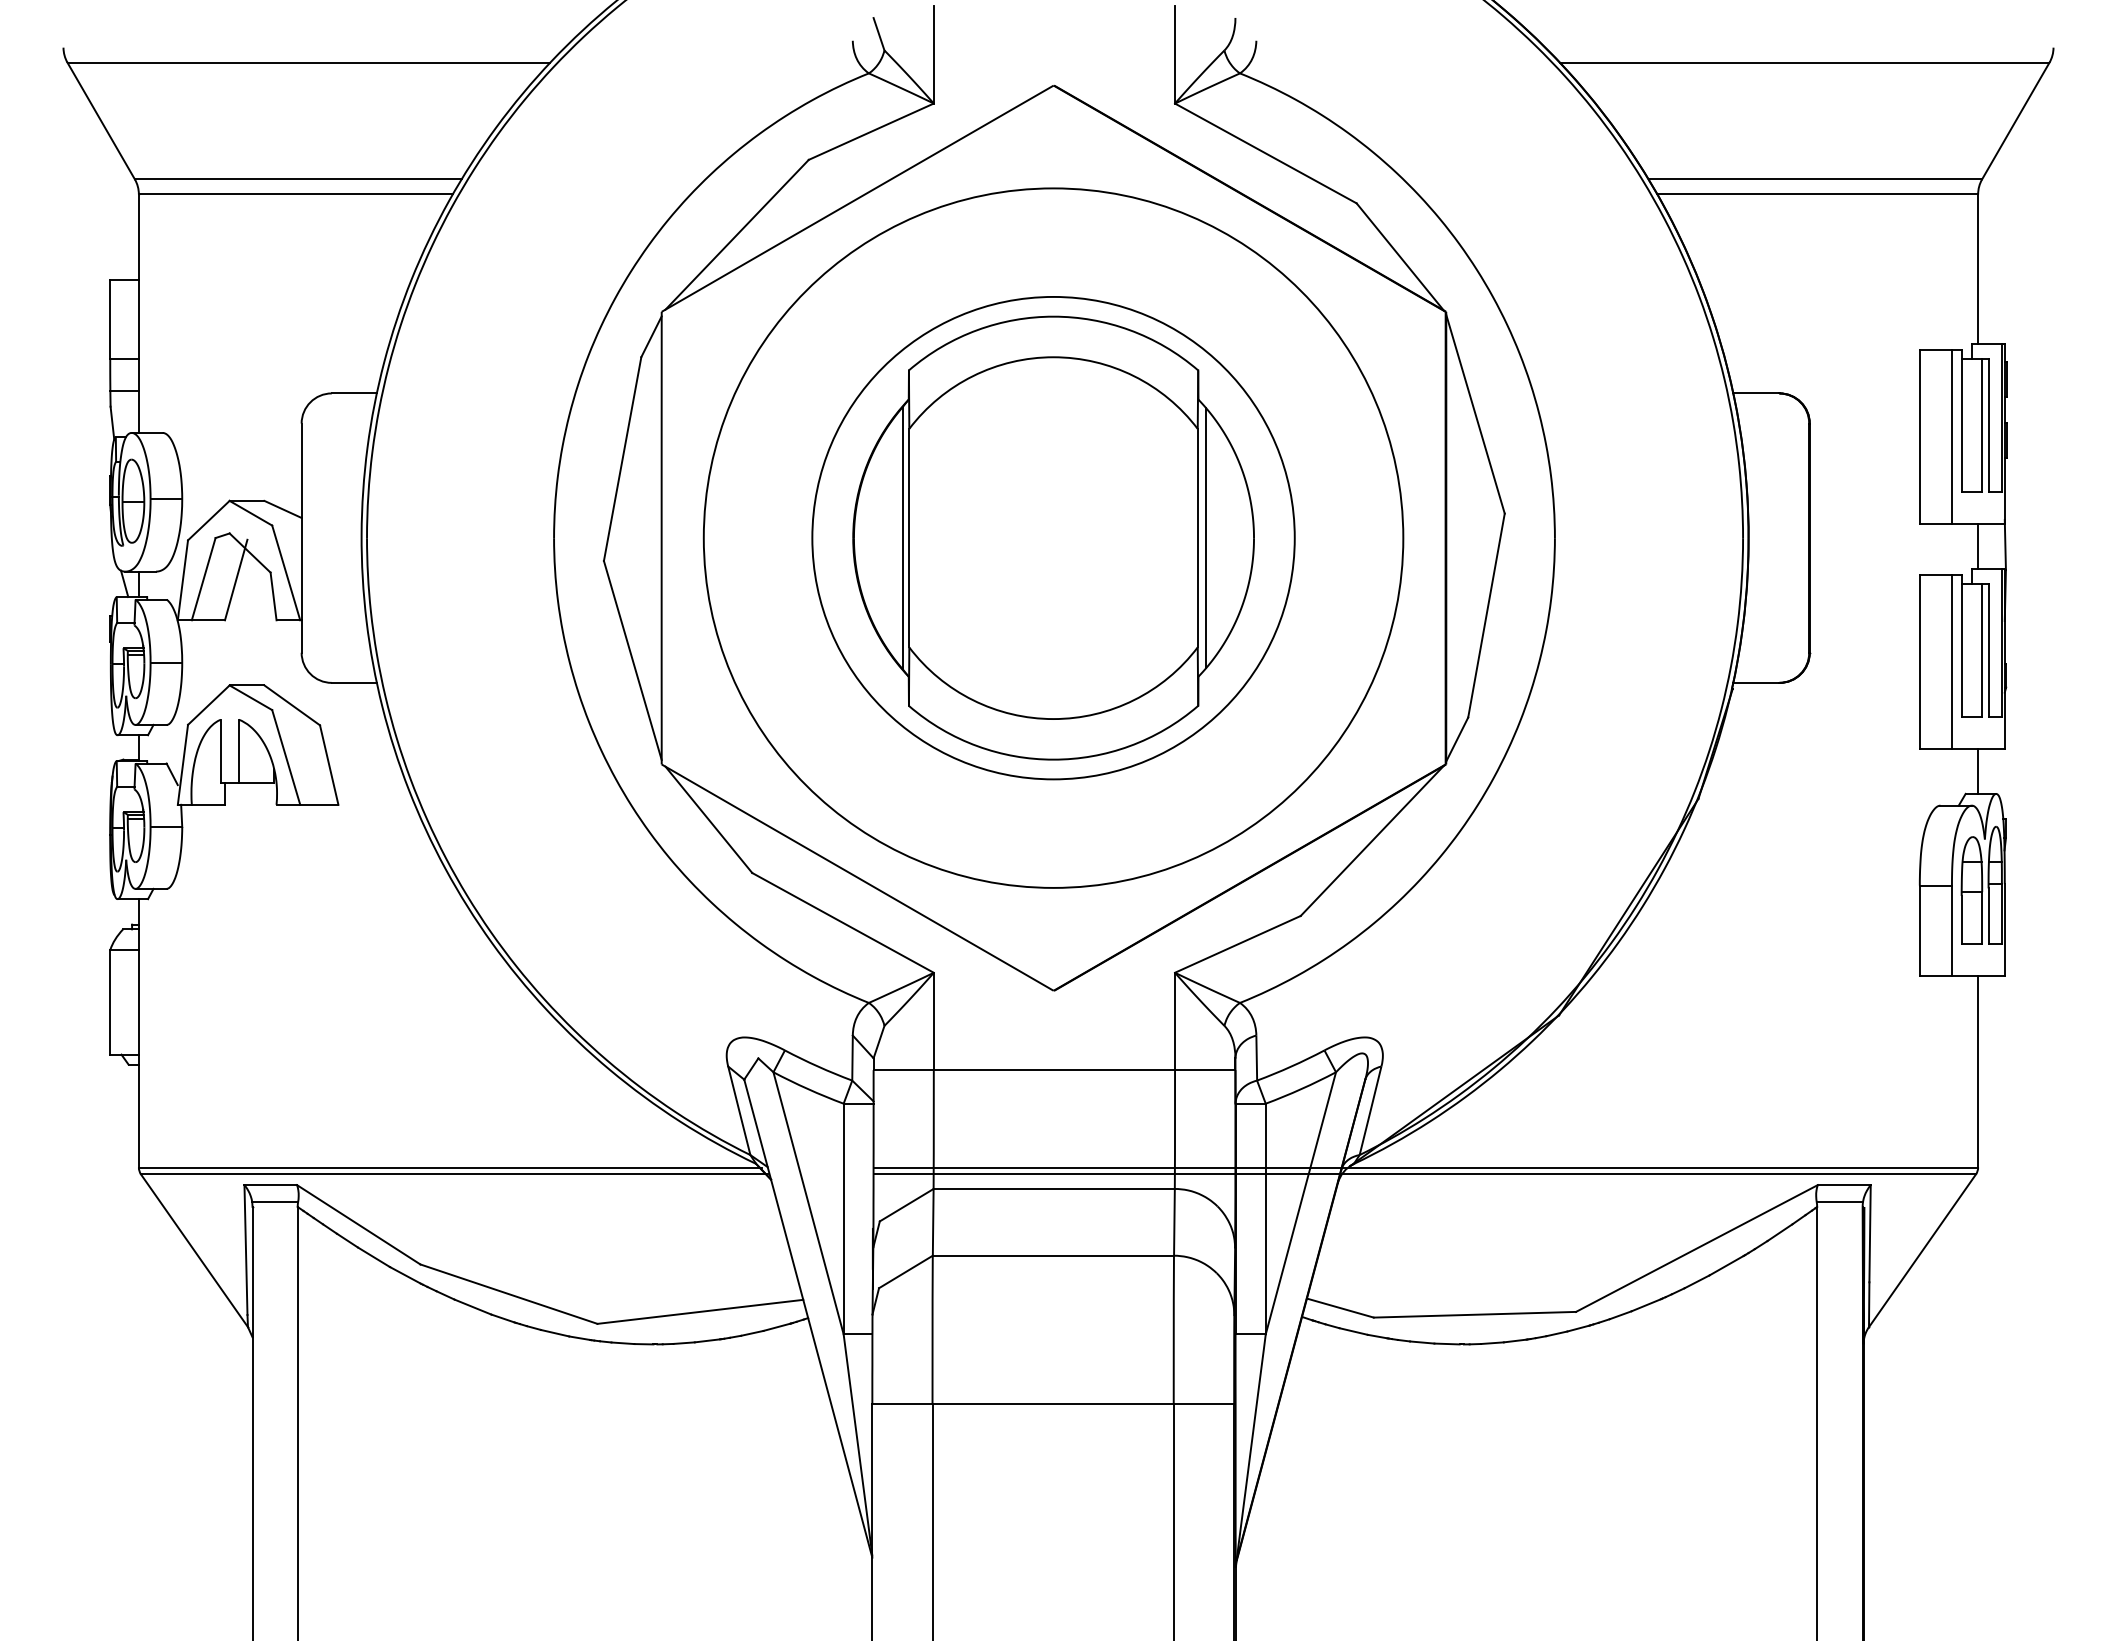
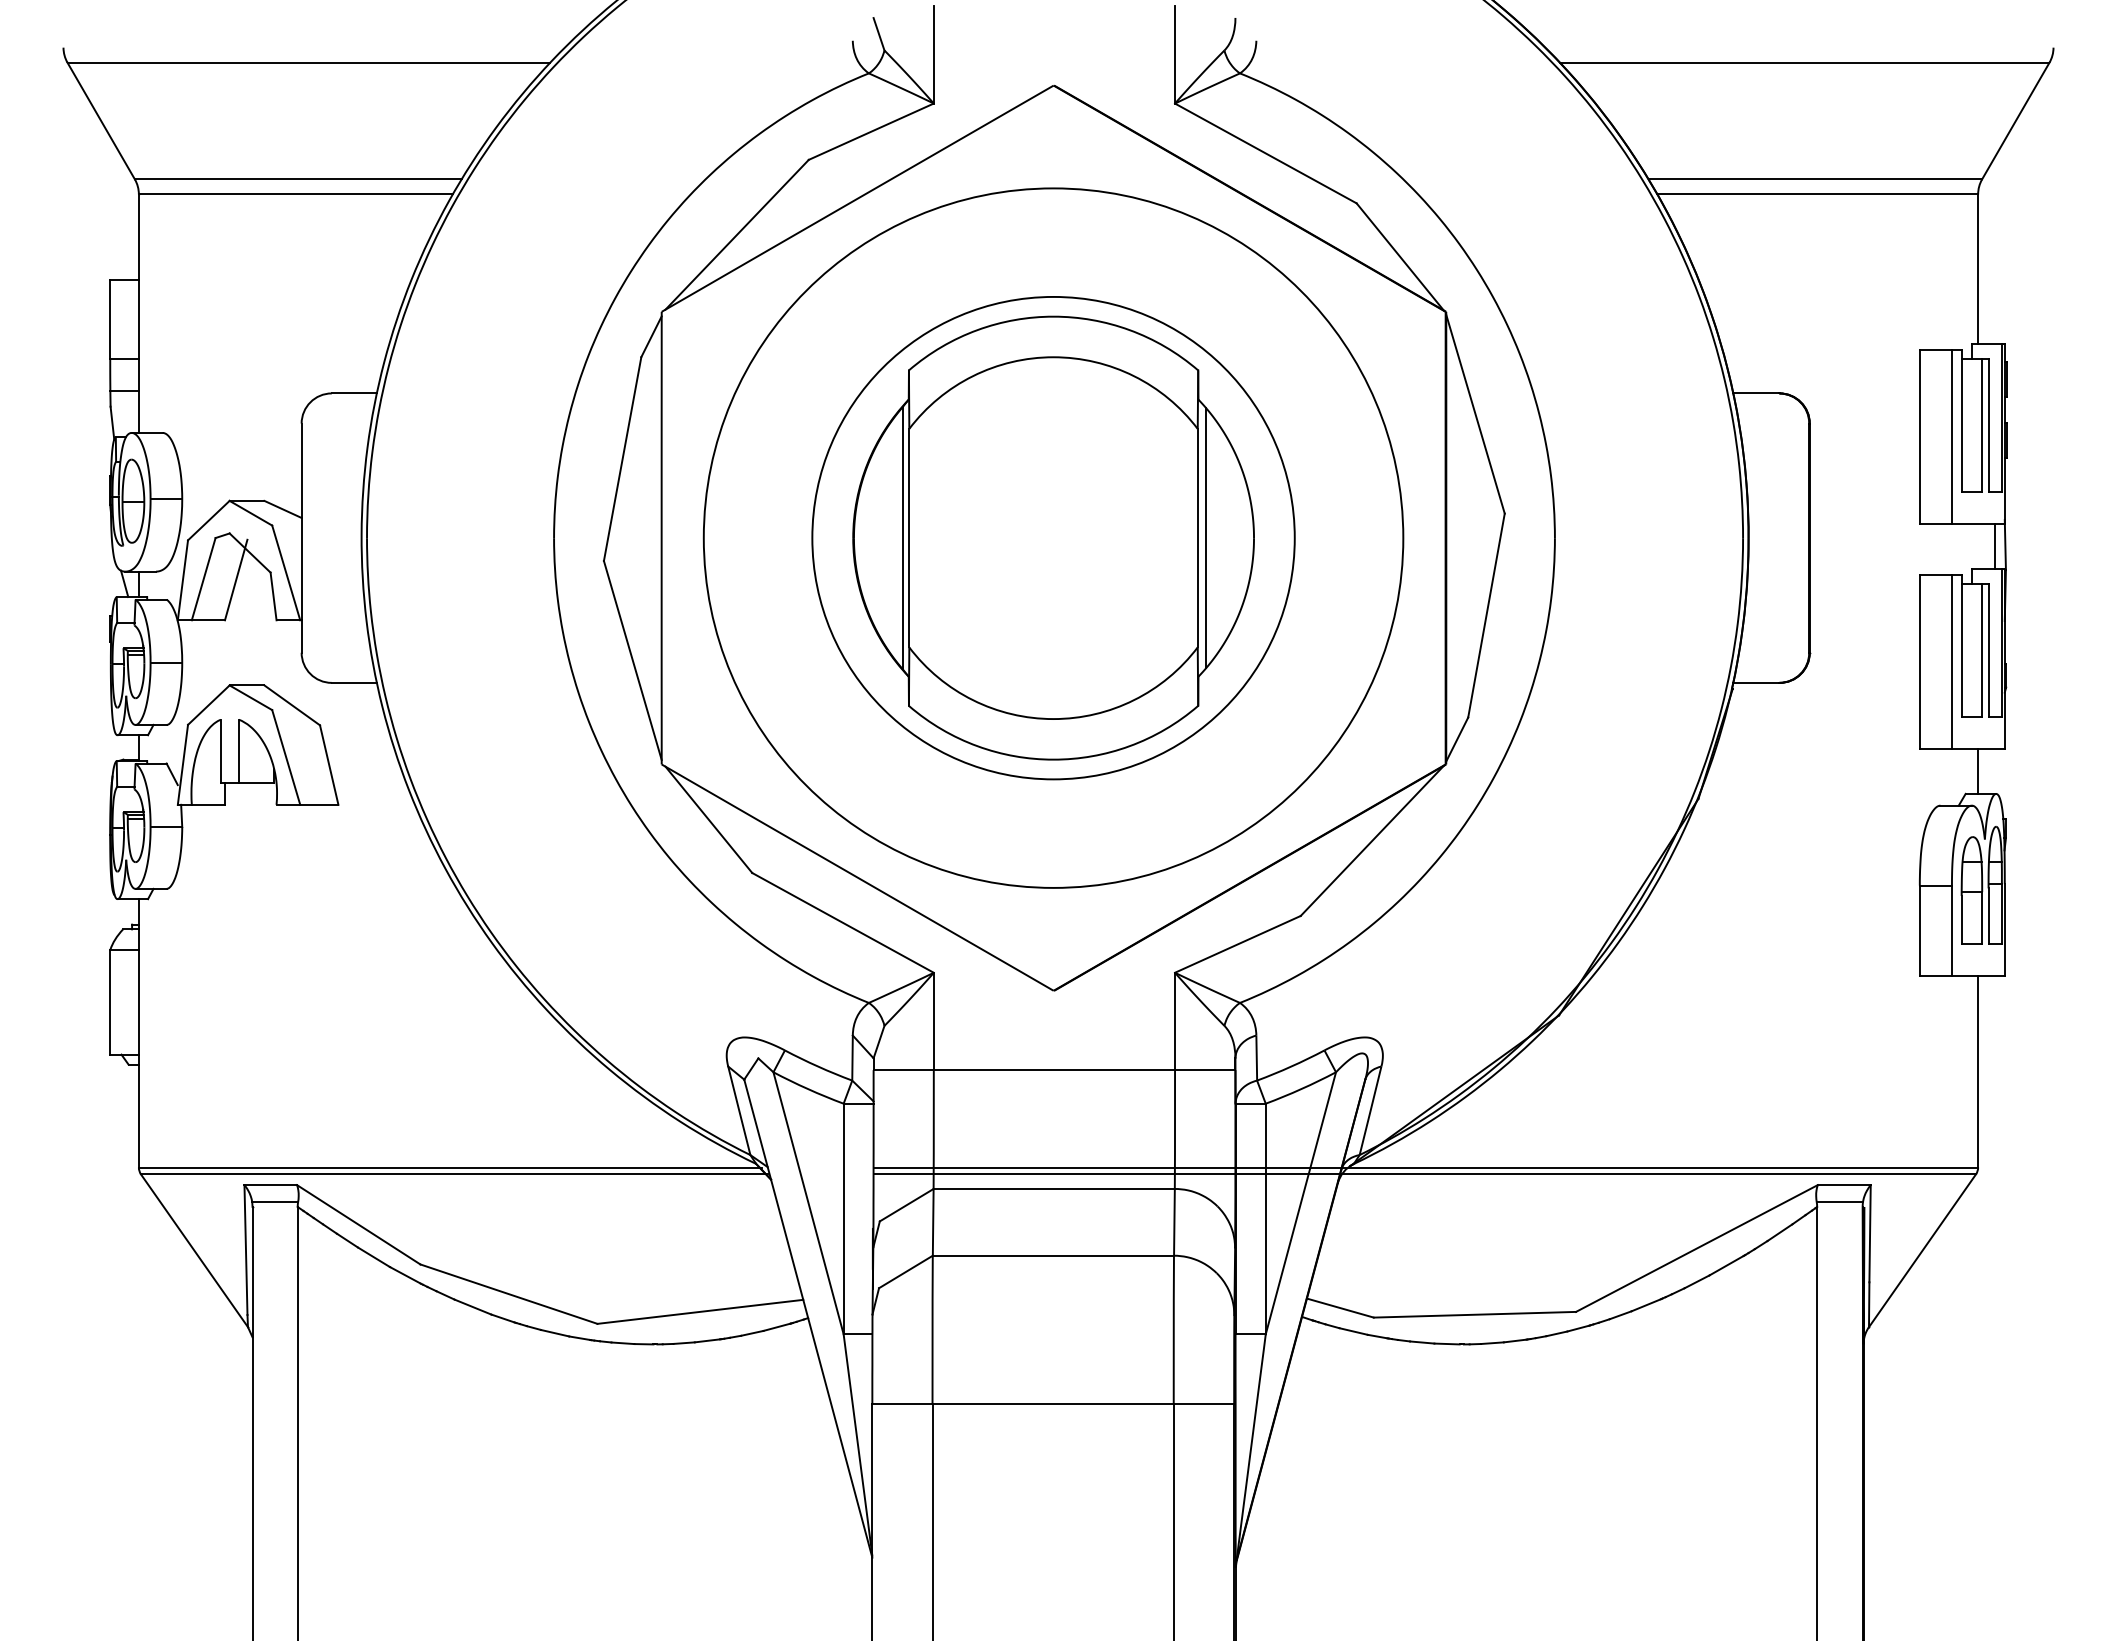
line at (1978, 546) position: (1978, 546) -> (1995, 546)
